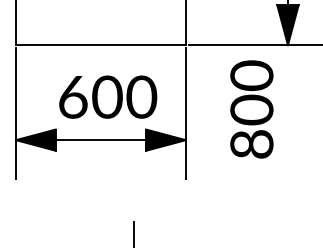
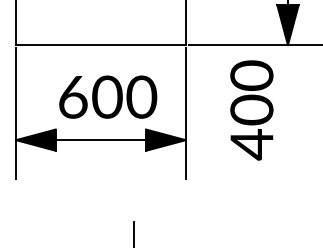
text at (251, 144): 800 -> 400
